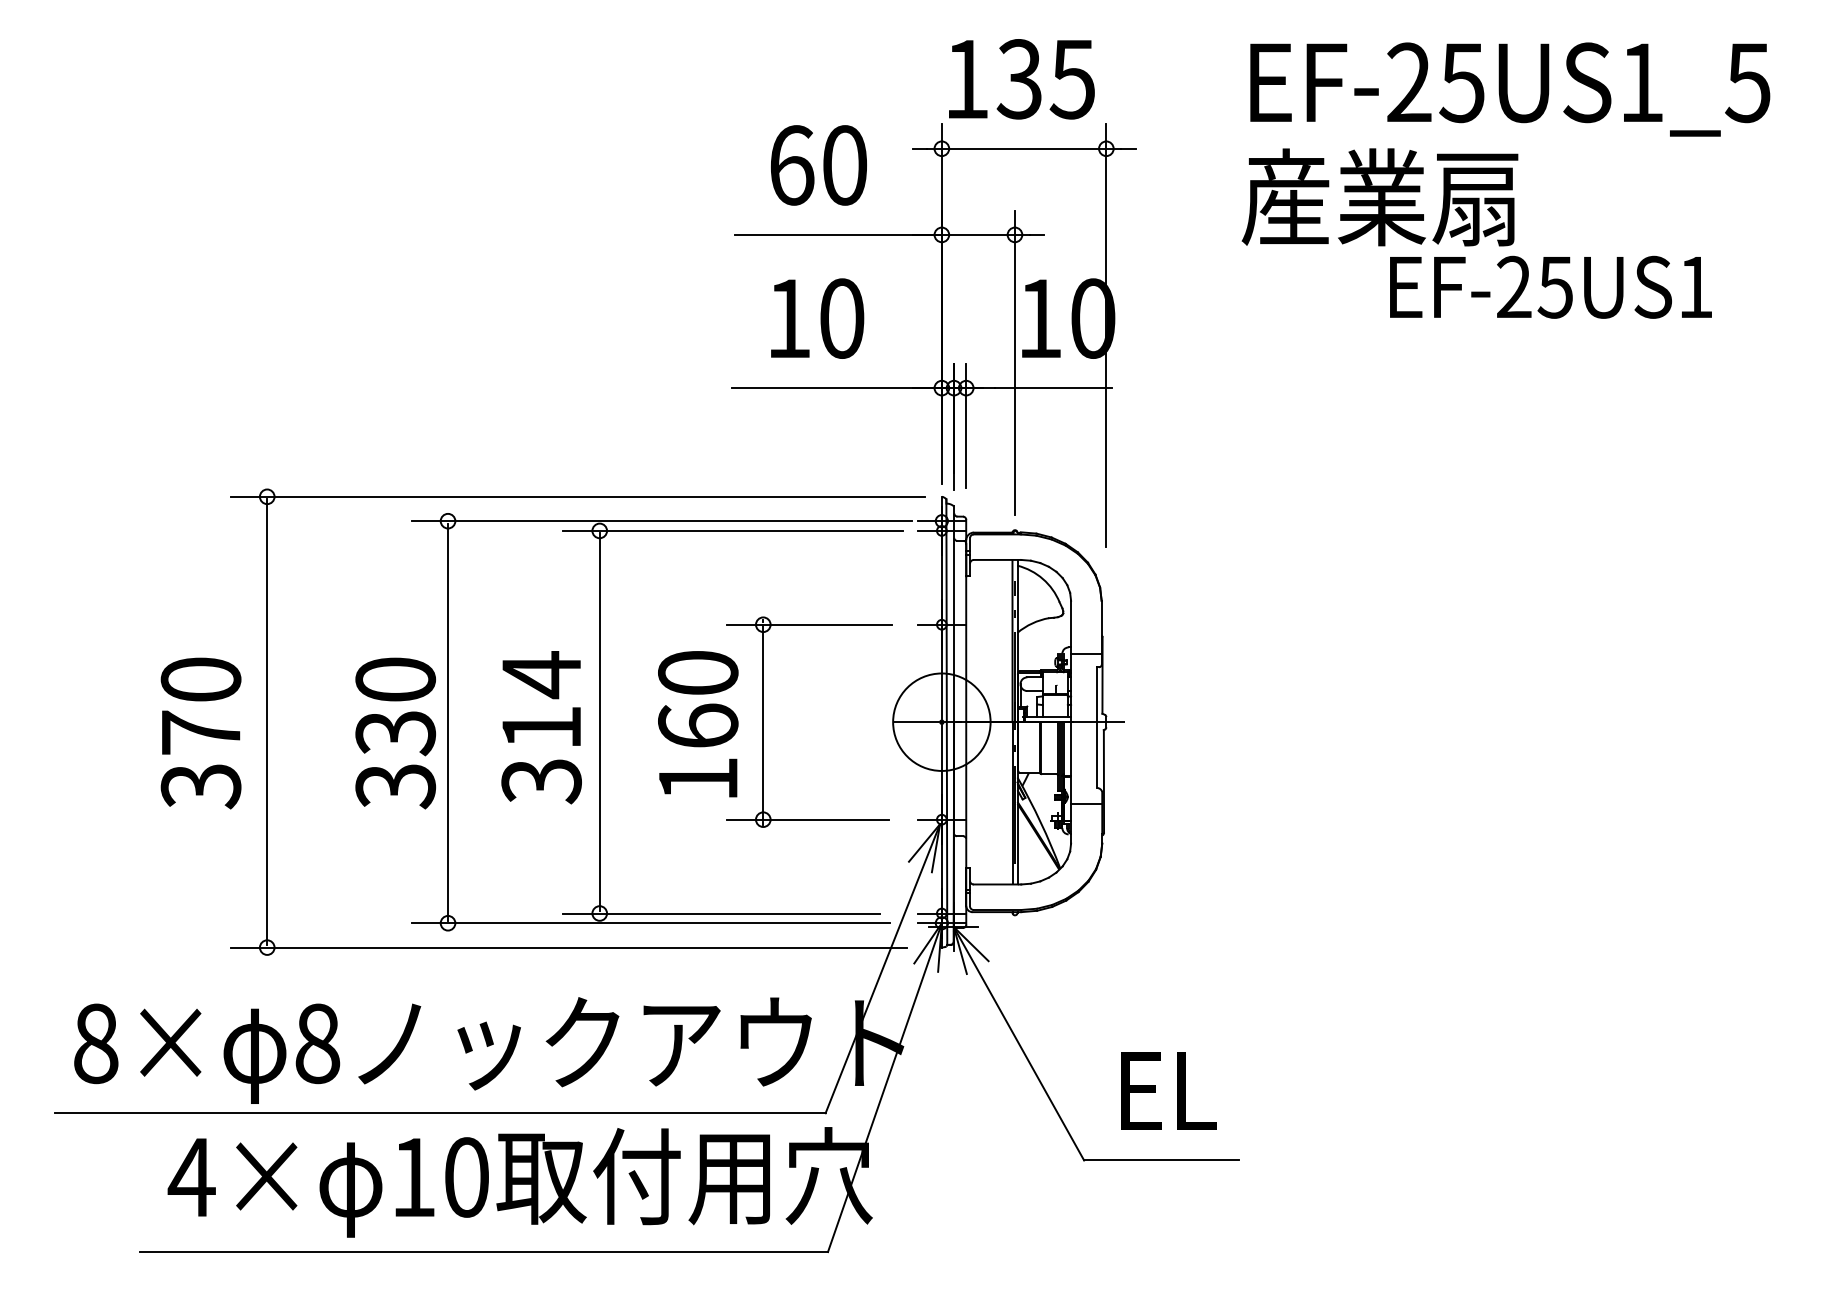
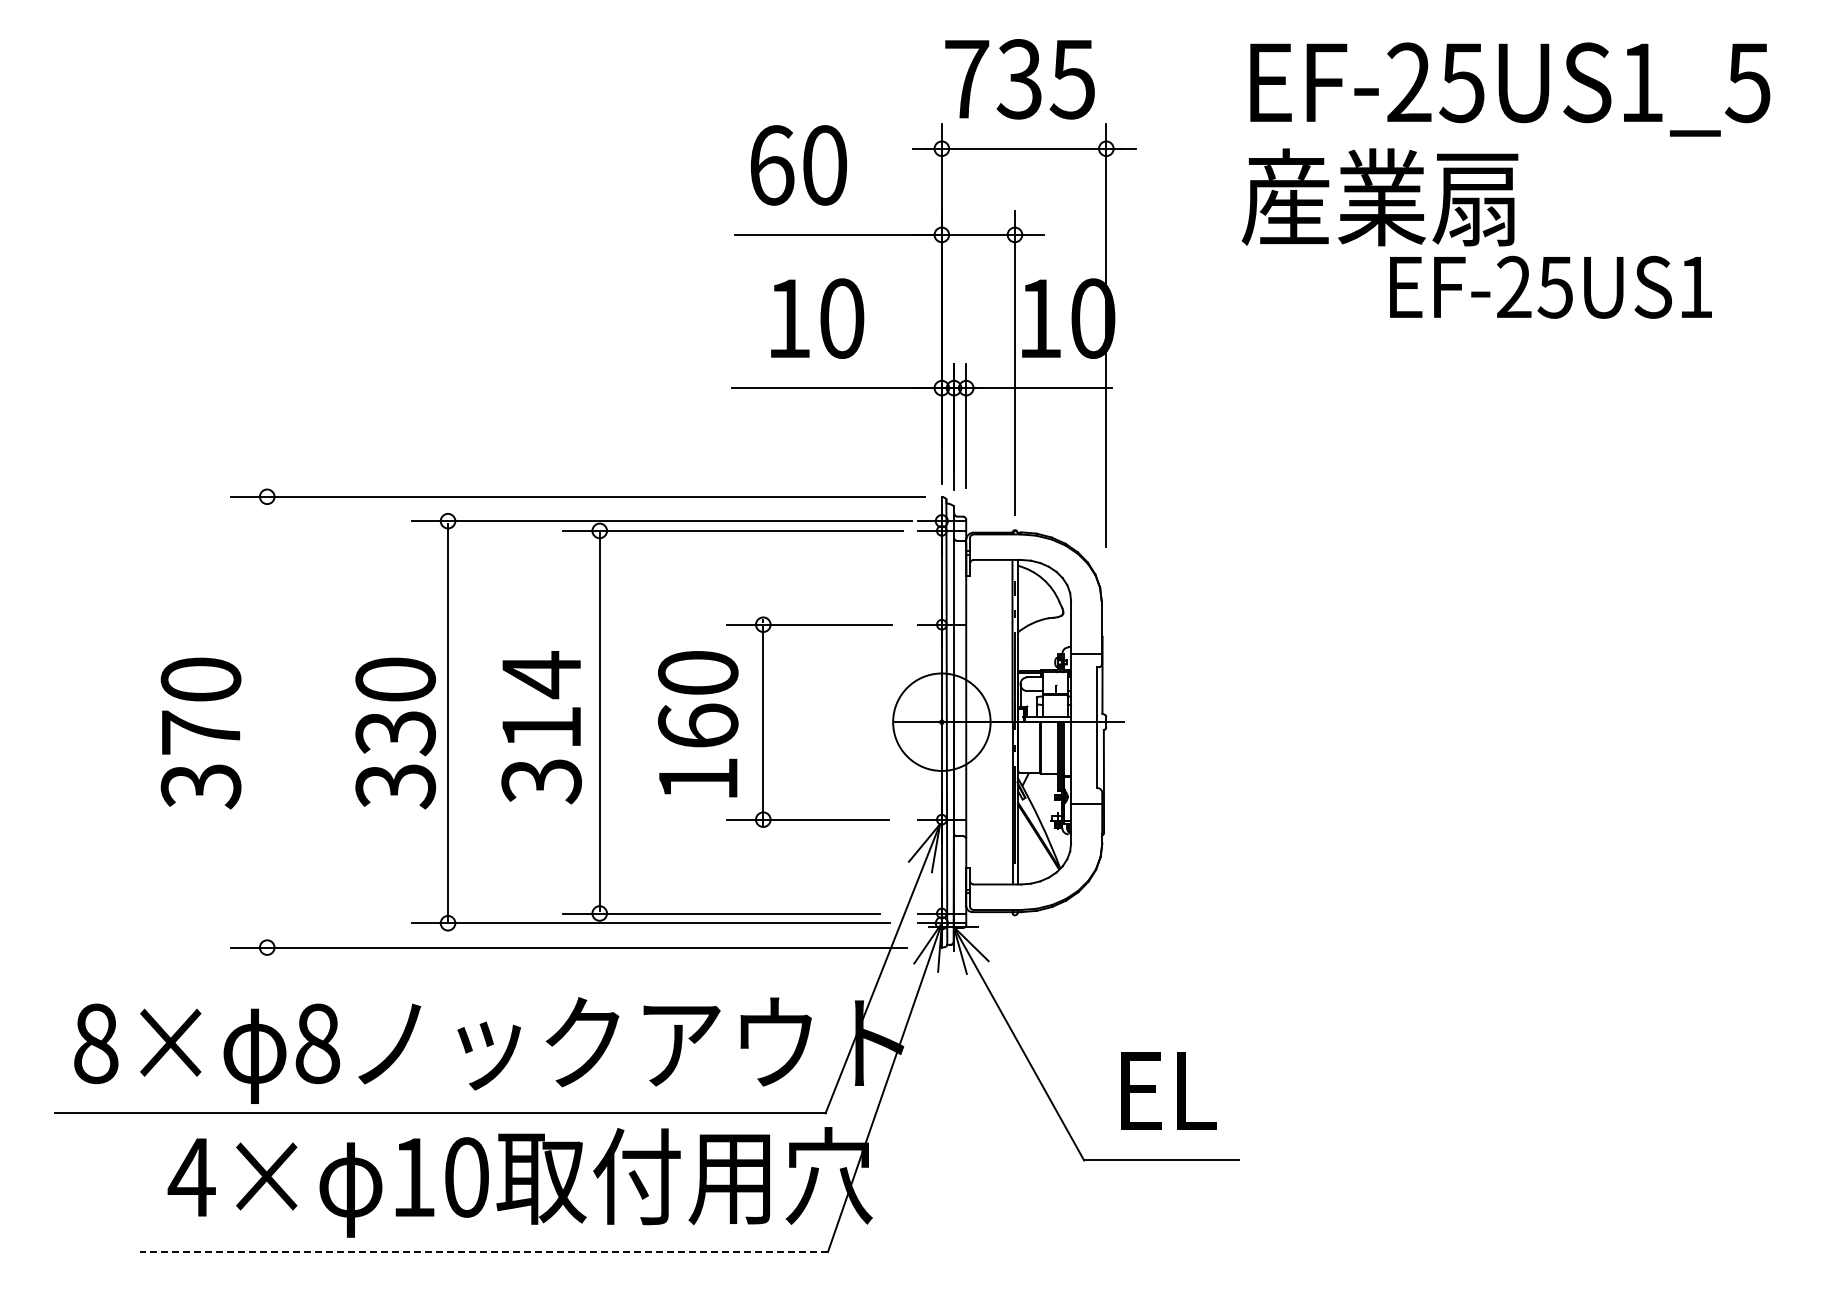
text at (967, 79): 135 -> 735
text at (818, 165) position: (818, 165) -> (798, 165)
line at (267, 722): present -> none
line at (484, 1252): solid -> dashed
